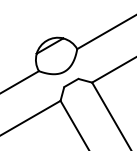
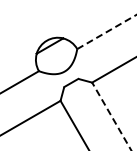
line at (107, 31): solid -> dashed
line at (111, 116): solid -> dashed
